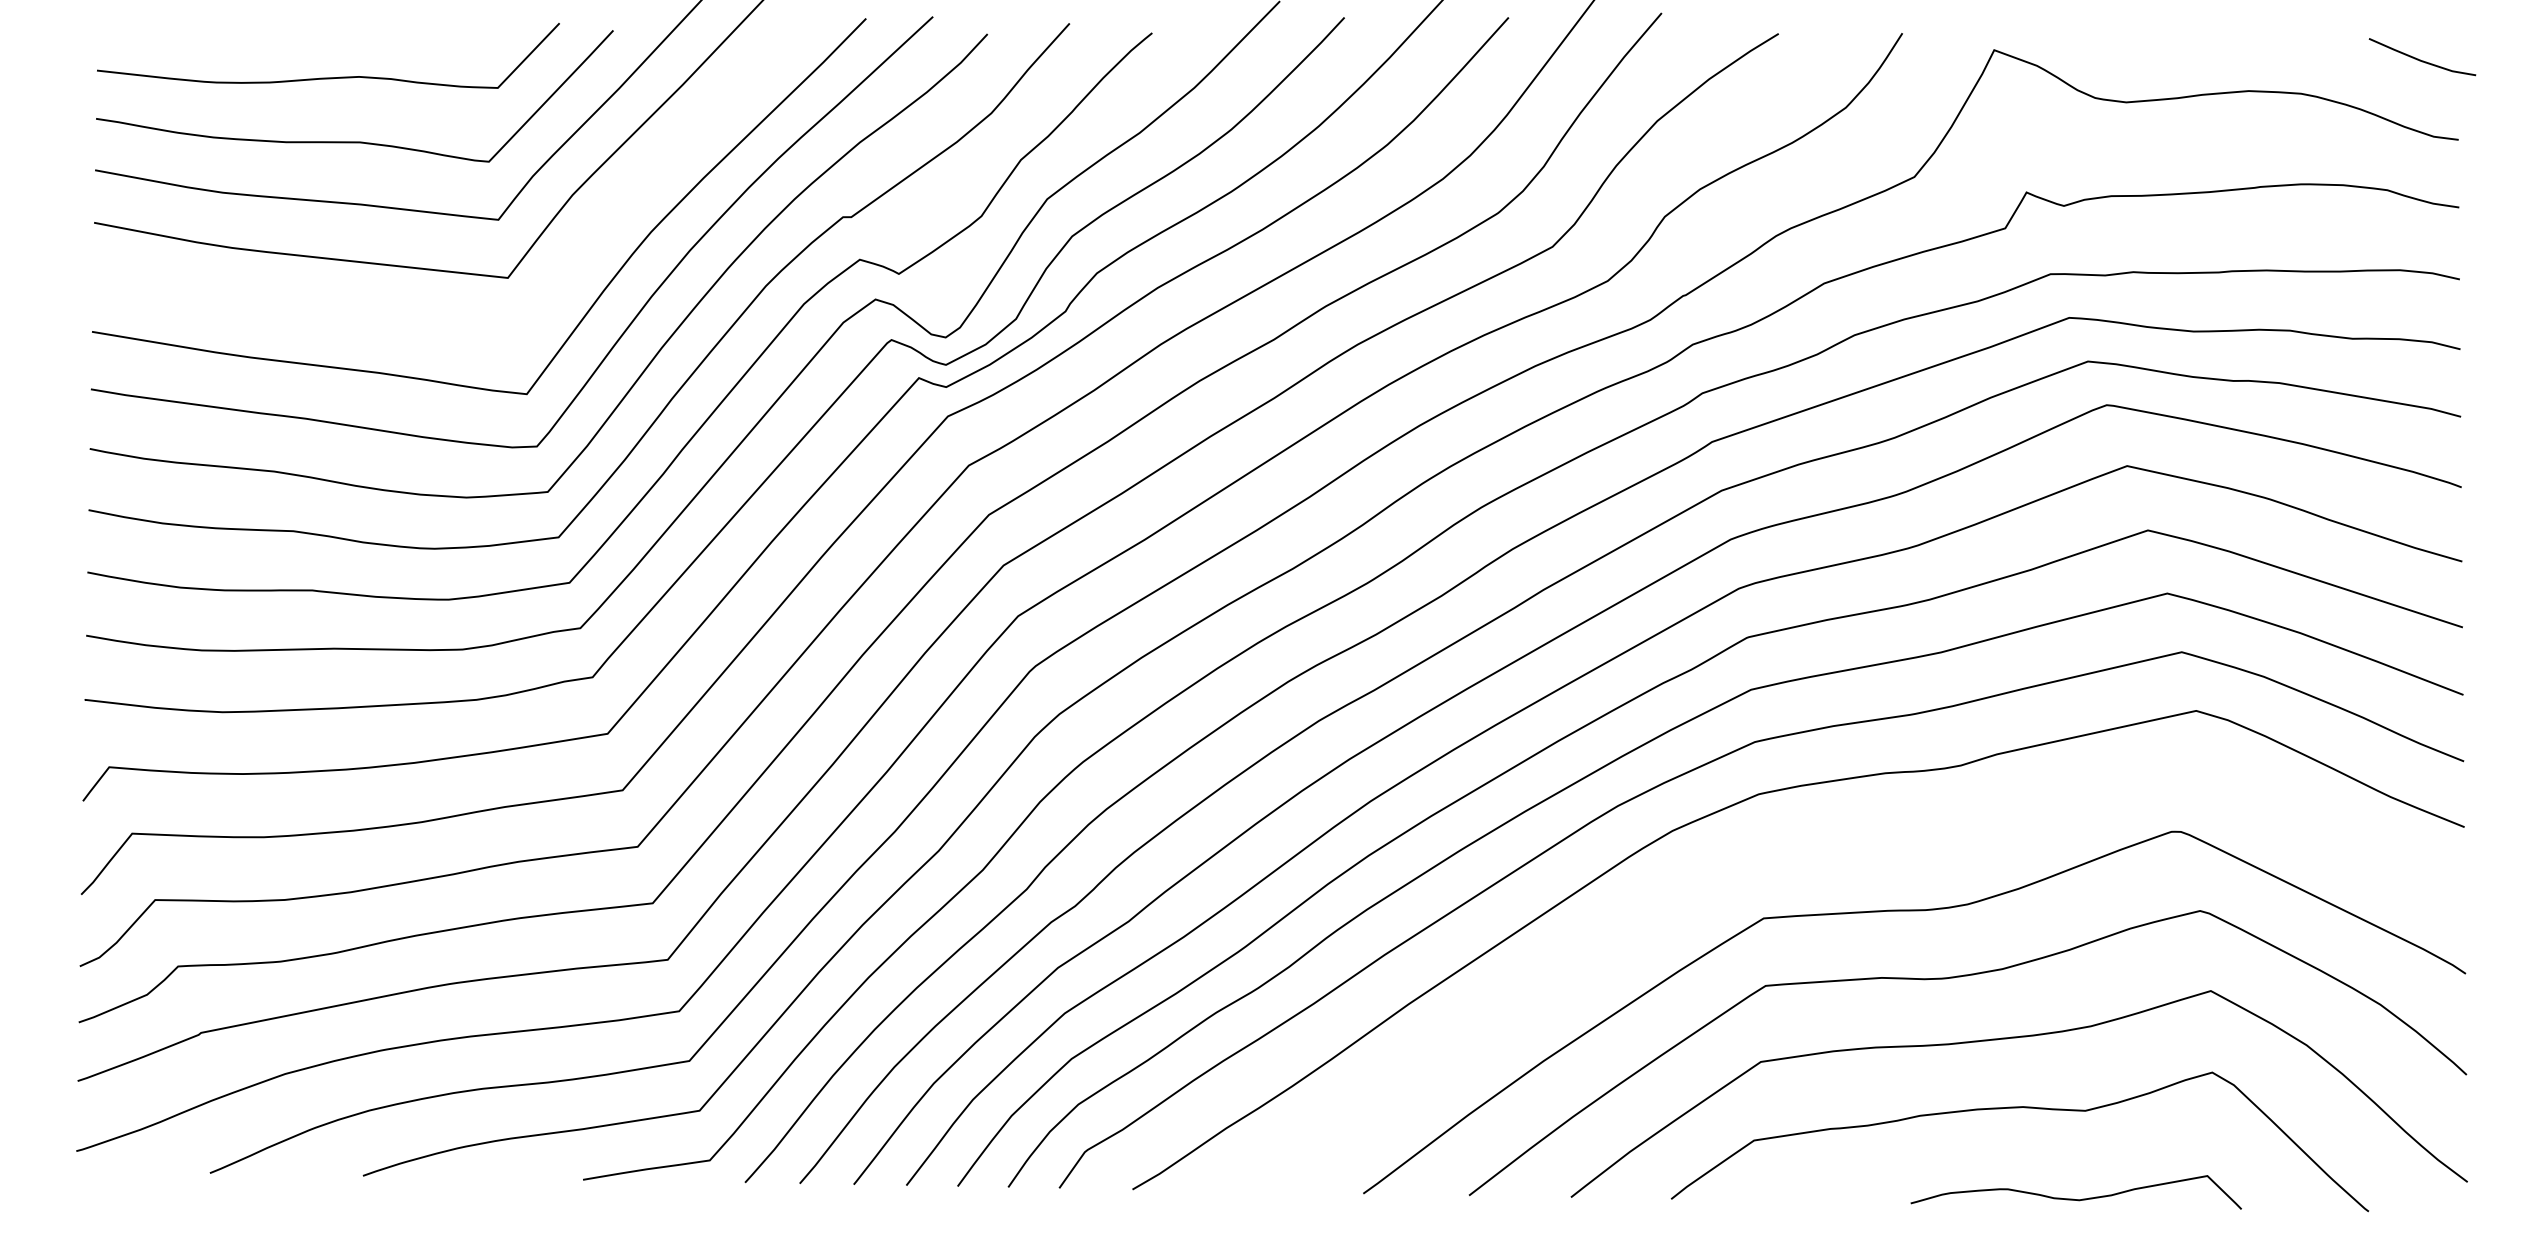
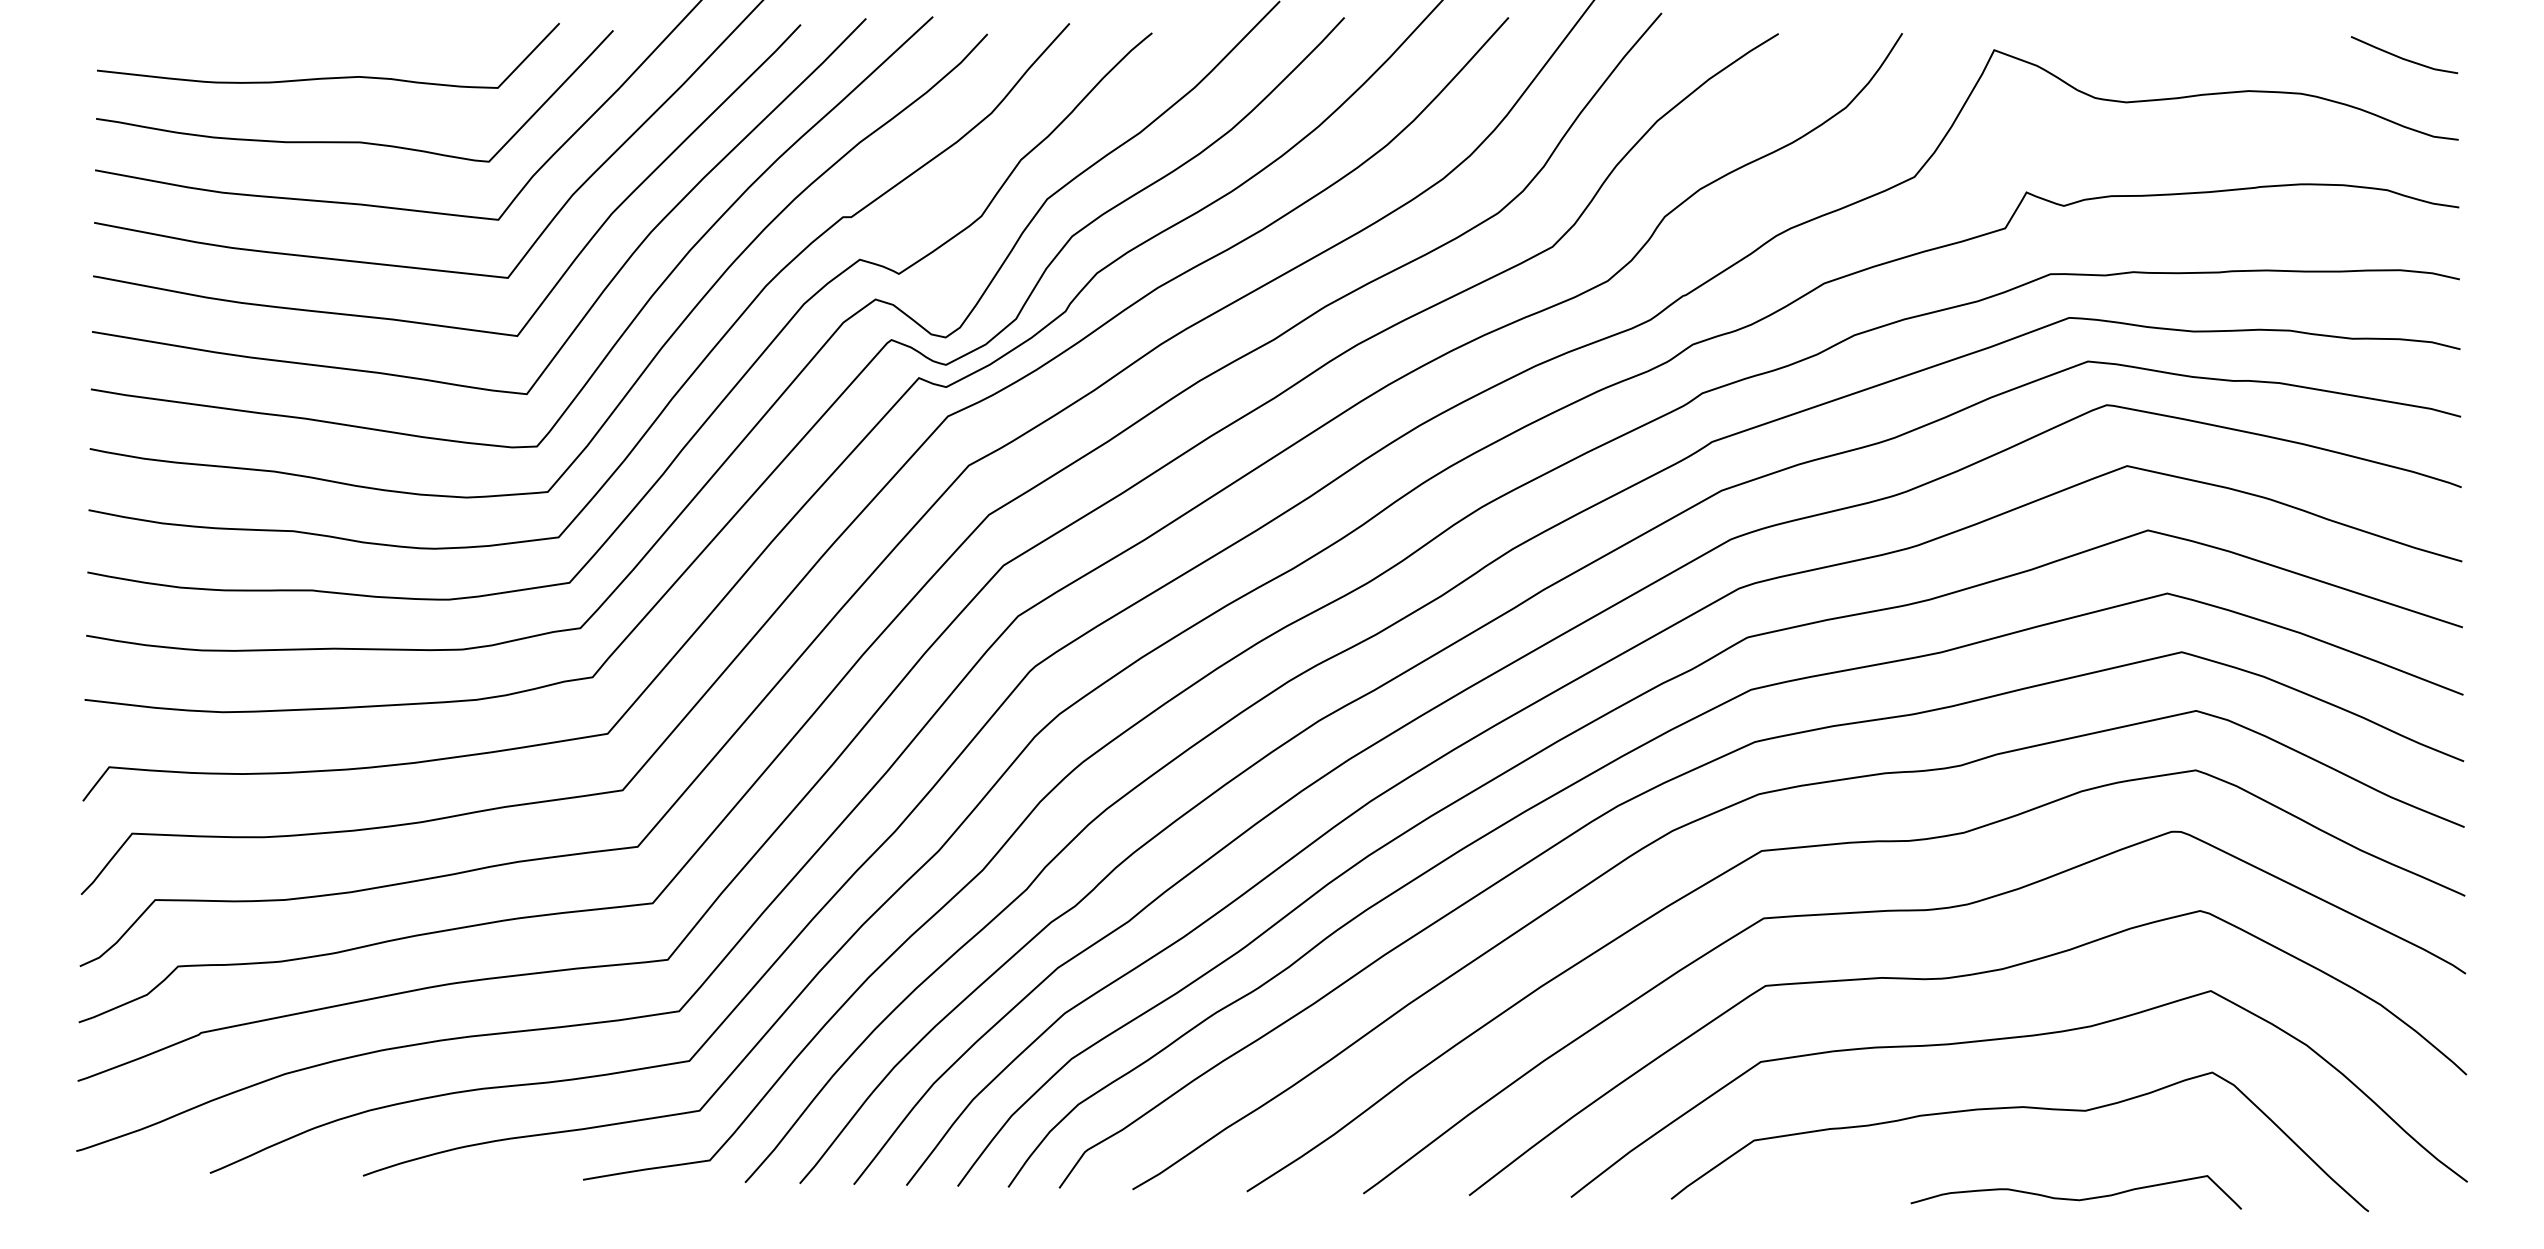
curve at (2420, 59) position: (2420, 59) -> (2402, 57)
curve at (432, 323): none -> present
curve at (1844, 844): none -> present
